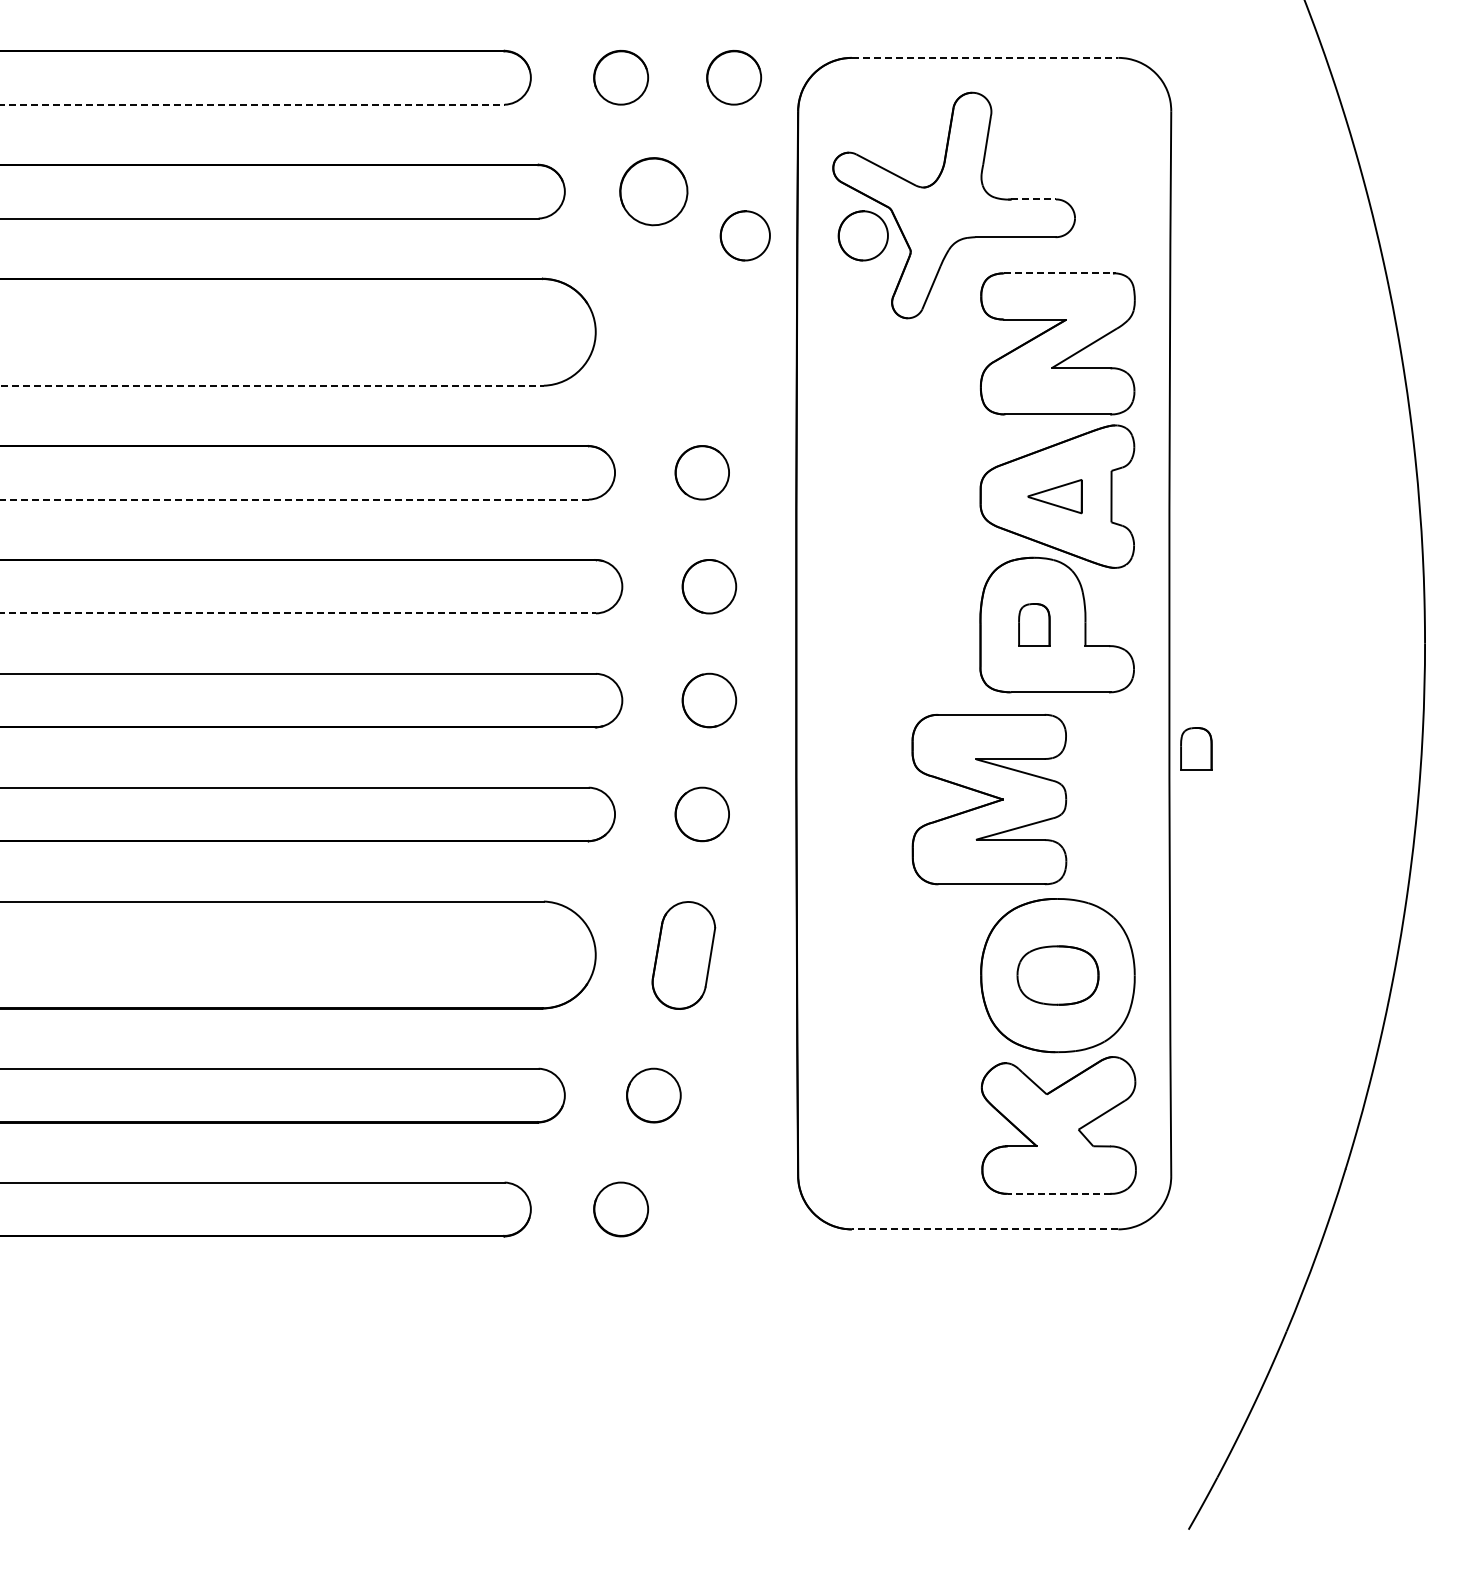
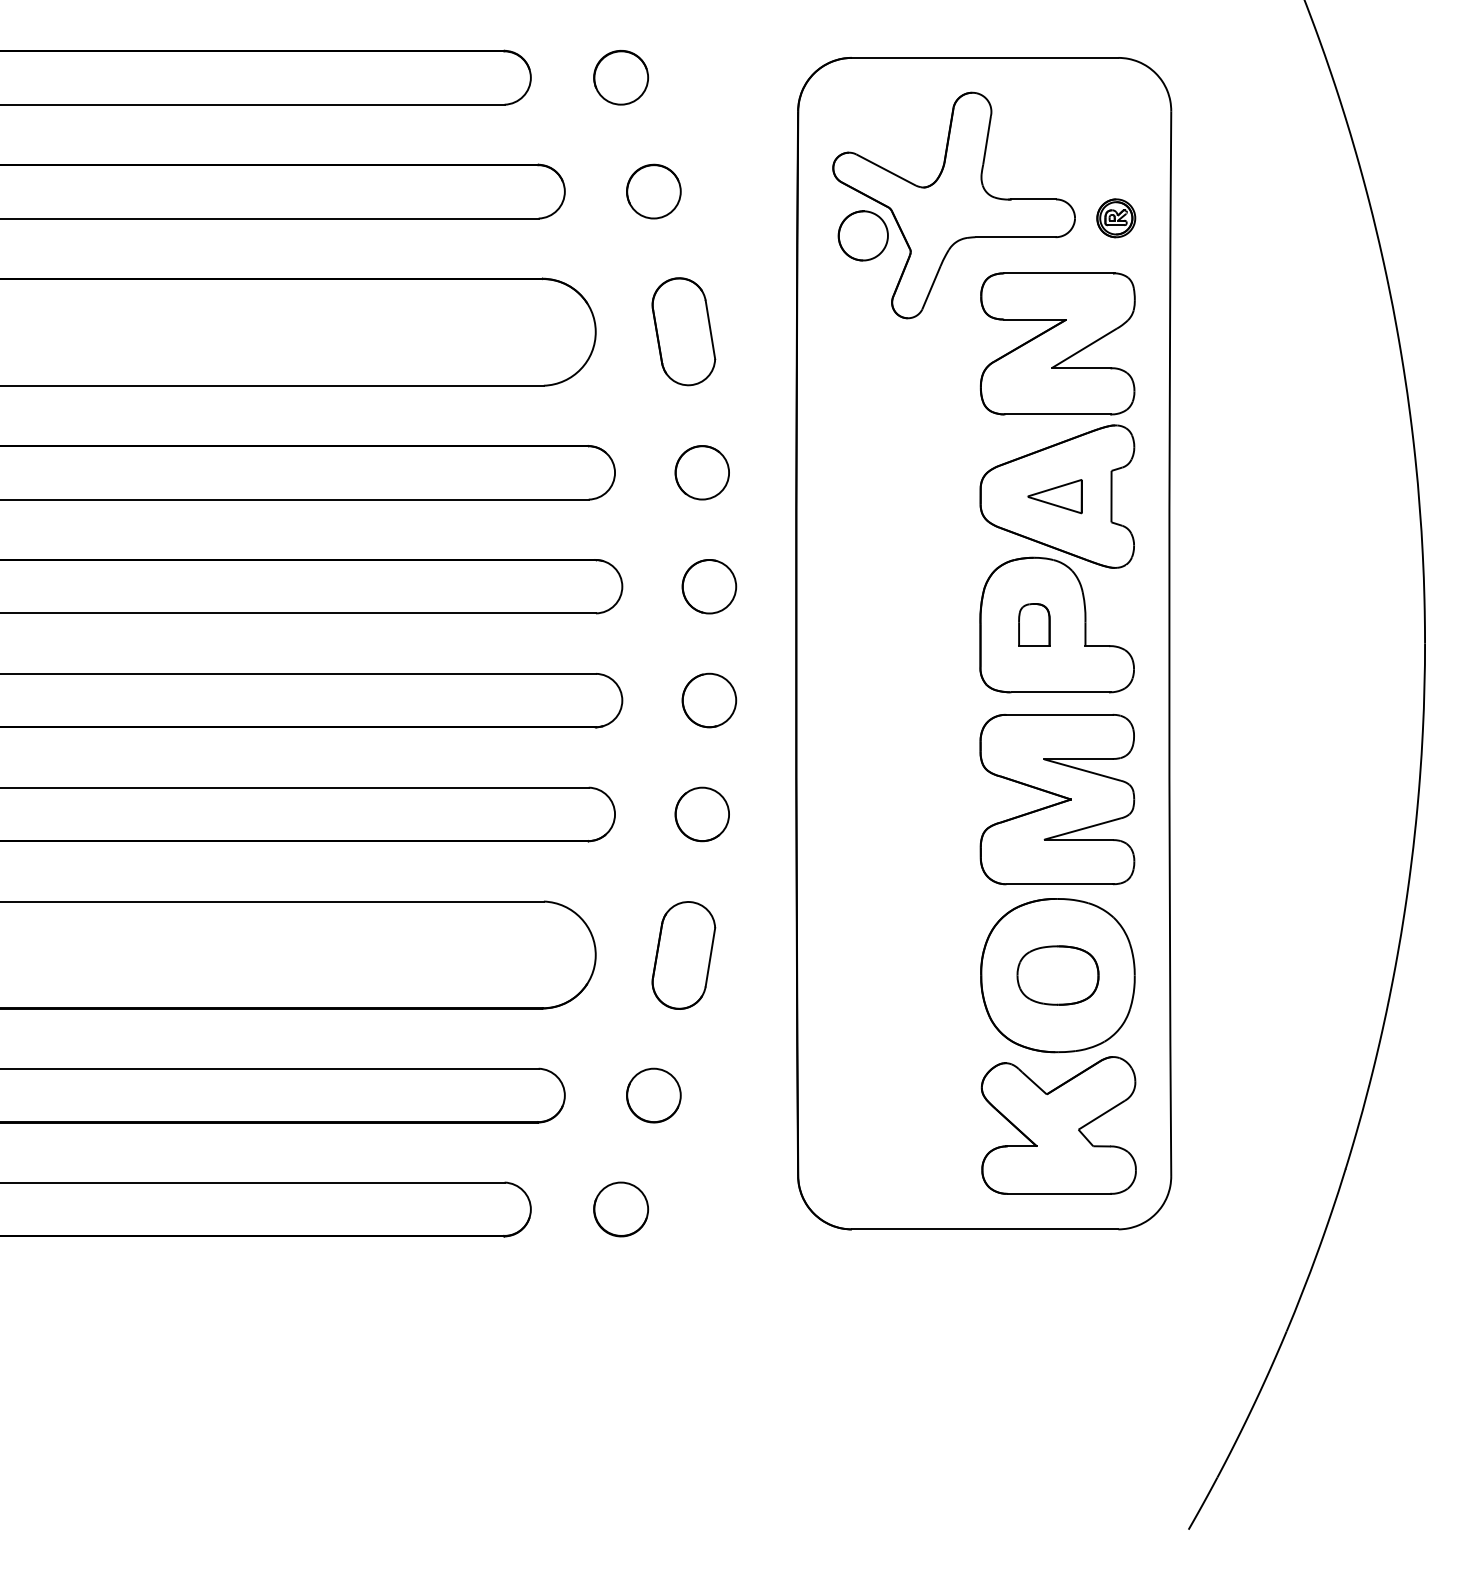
line at (985, 57): dashed -> solid
part at (734, 77): present -> none
line at (252, 104): dashed -> solid
part at (653, 191) size: 70x70 px -> 56x57 px
line at (1034, 199): dashed -> solid
part at (1116, 218): none -> present
part at (744, 235): present -> none
line at (1059, 273): dashed -> solid
part at (683, 331): none -> present
line at (272, 385): dashed -> solid
line at (294, 499): dashed -> solid
line at (298, 613): dashed -> solid
part at (1196, 748): present -> none
part at (989, 799) position: (989, 799) -> (1057, 799)
line at (1058, 1193): dashed -> solid
line at (984, 1229): dashed -> solid
